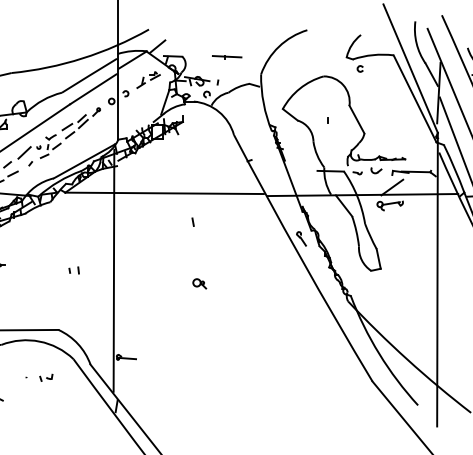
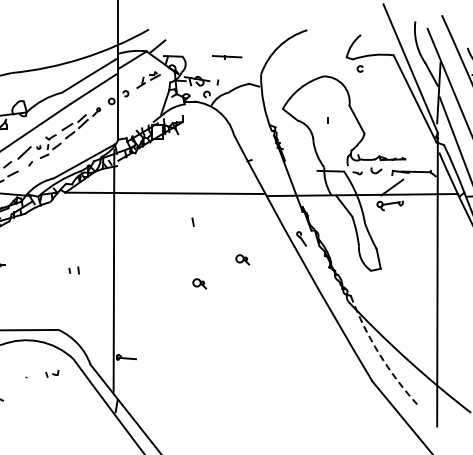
part at (242, 259): none -> present
arc at (379, 353): solid -> dashed
part at (46, 377) position: (46, 377) -> (52, 373)
